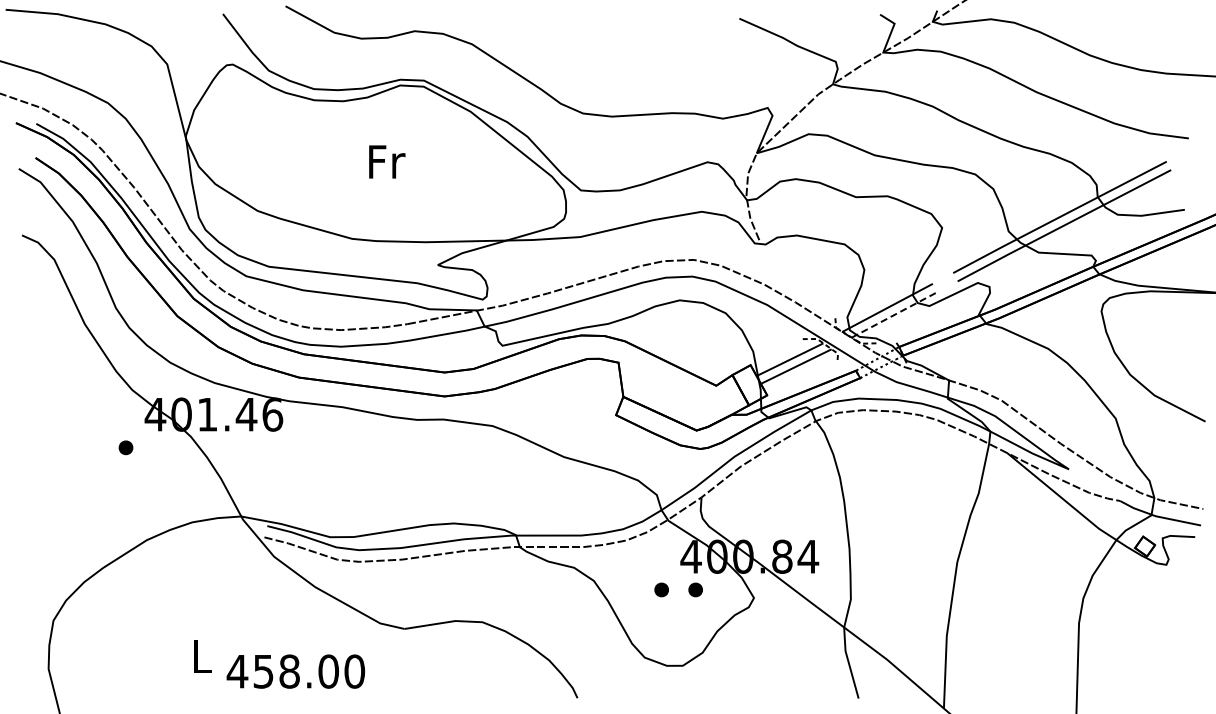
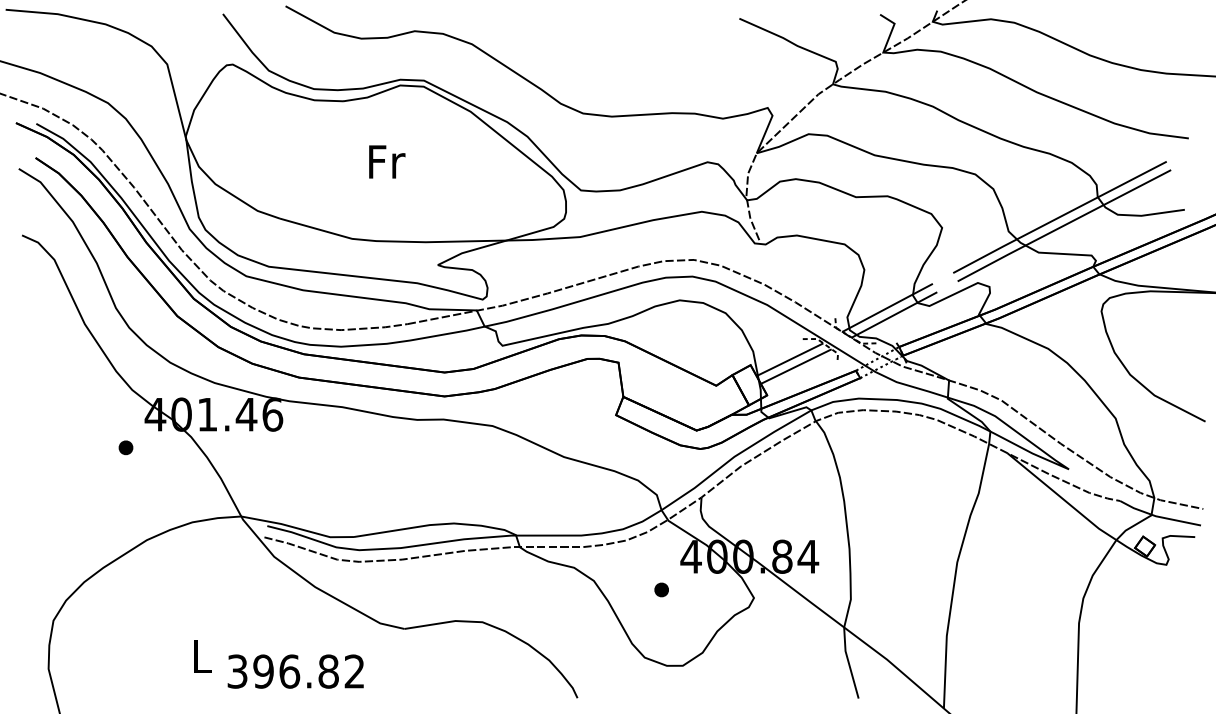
line at (895, 314): dashed -> solid
part at (695, 589): present -> none
text at (295, 671): 458.00 -> 396.82
